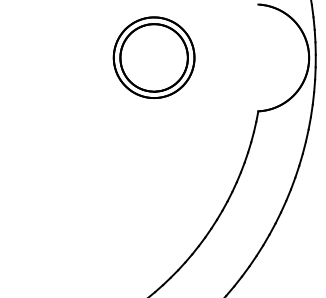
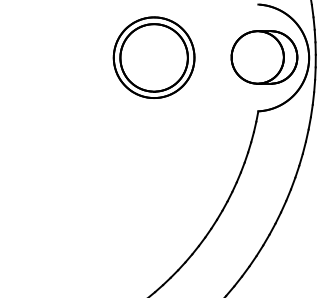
part at (264, 57): none -> present
